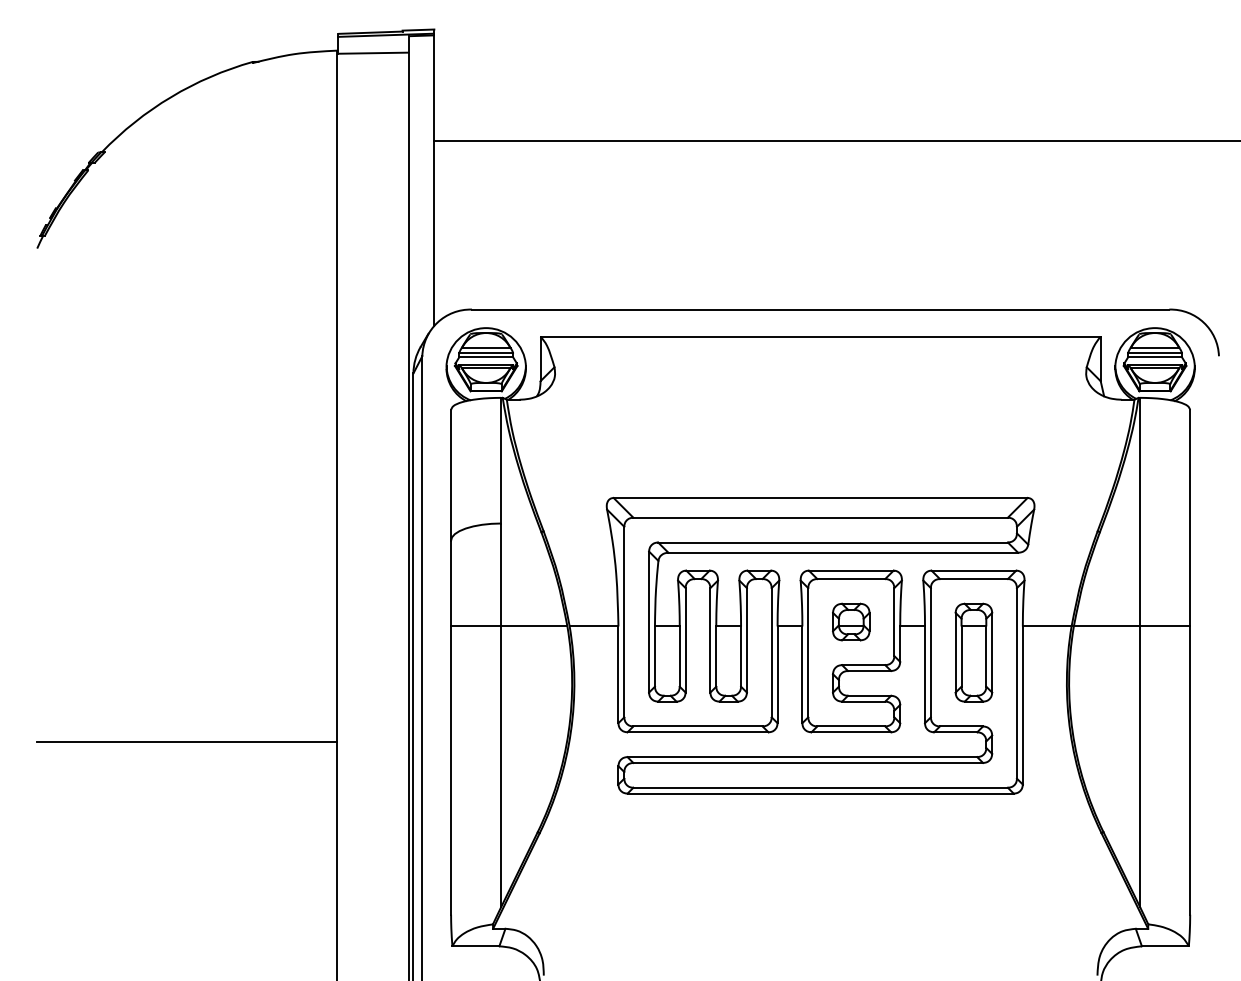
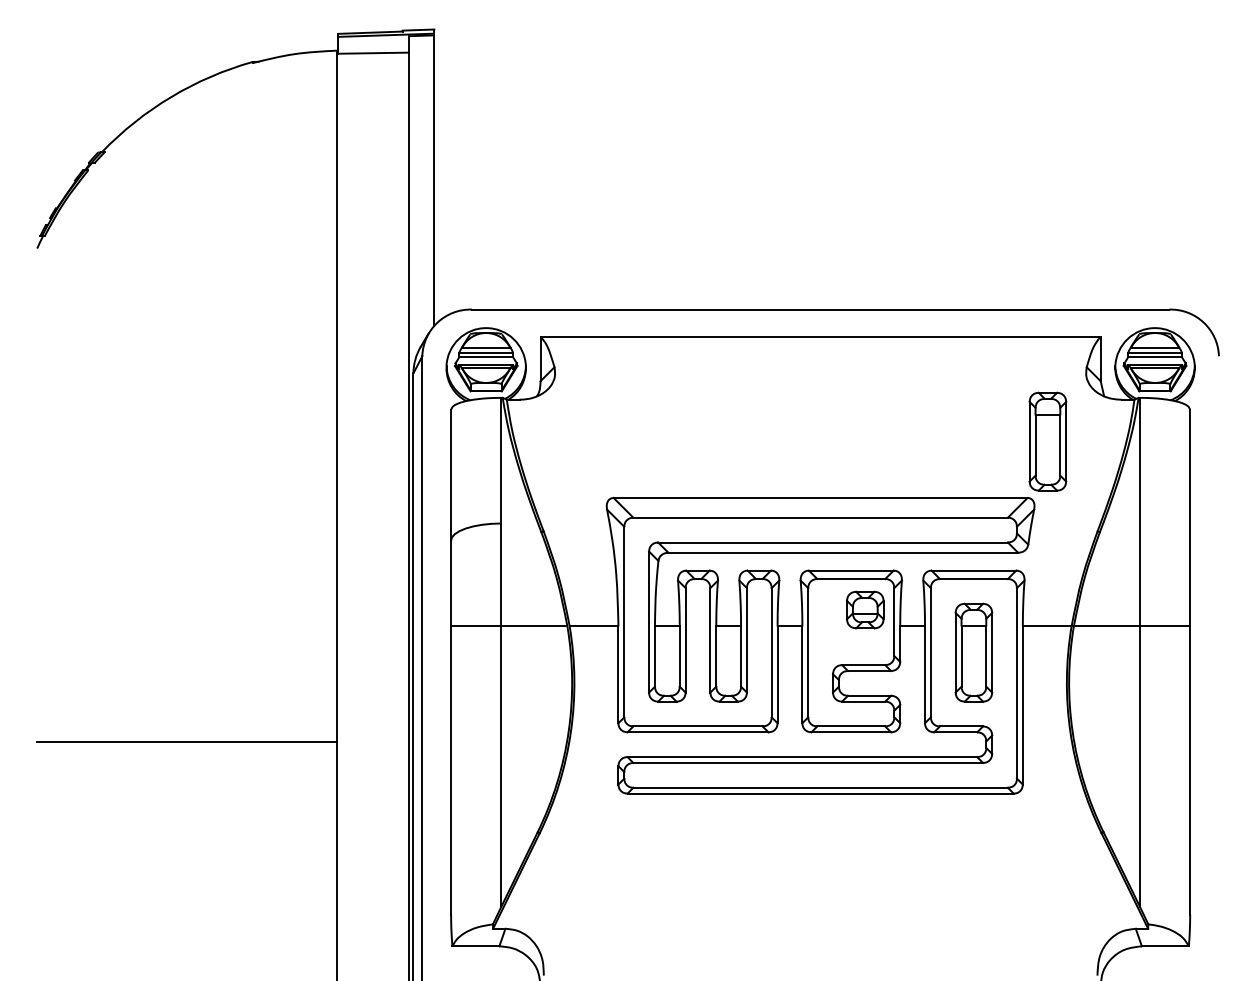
line at (835, 140): present -> none
part at (1047, 441): none -> present
part at (851, 621) position: (851, 621) -> (865, 609)
